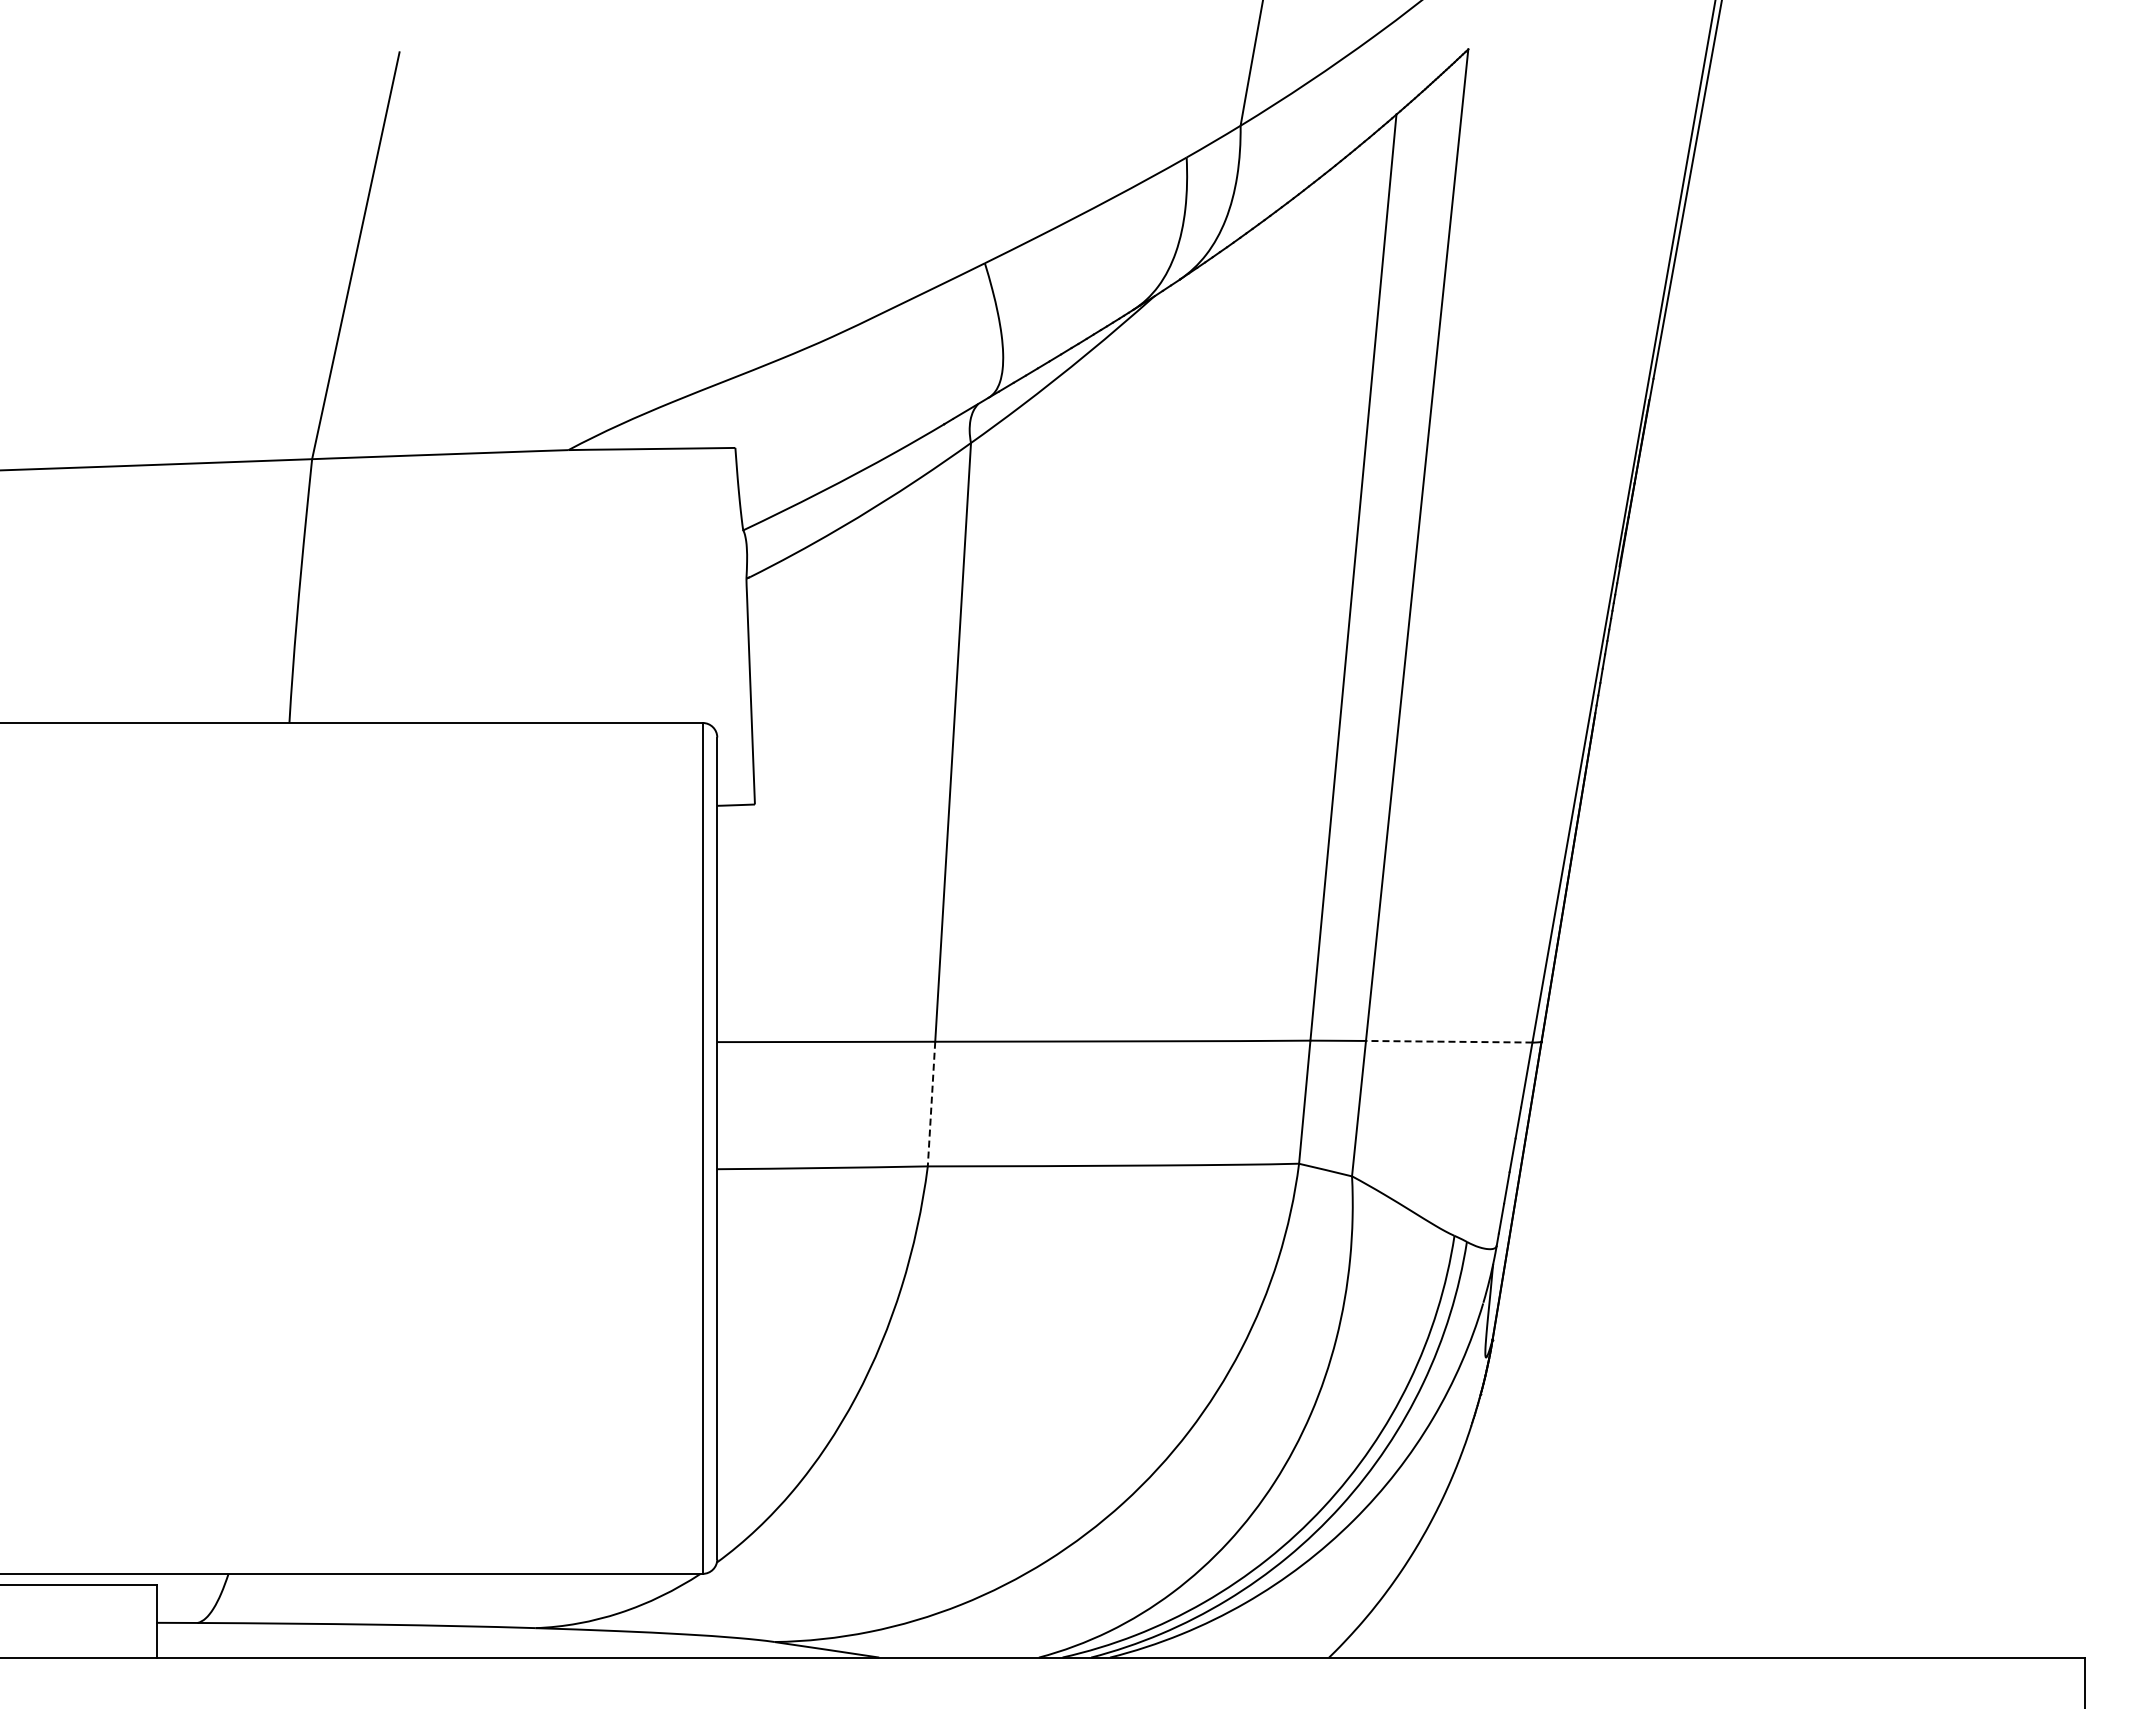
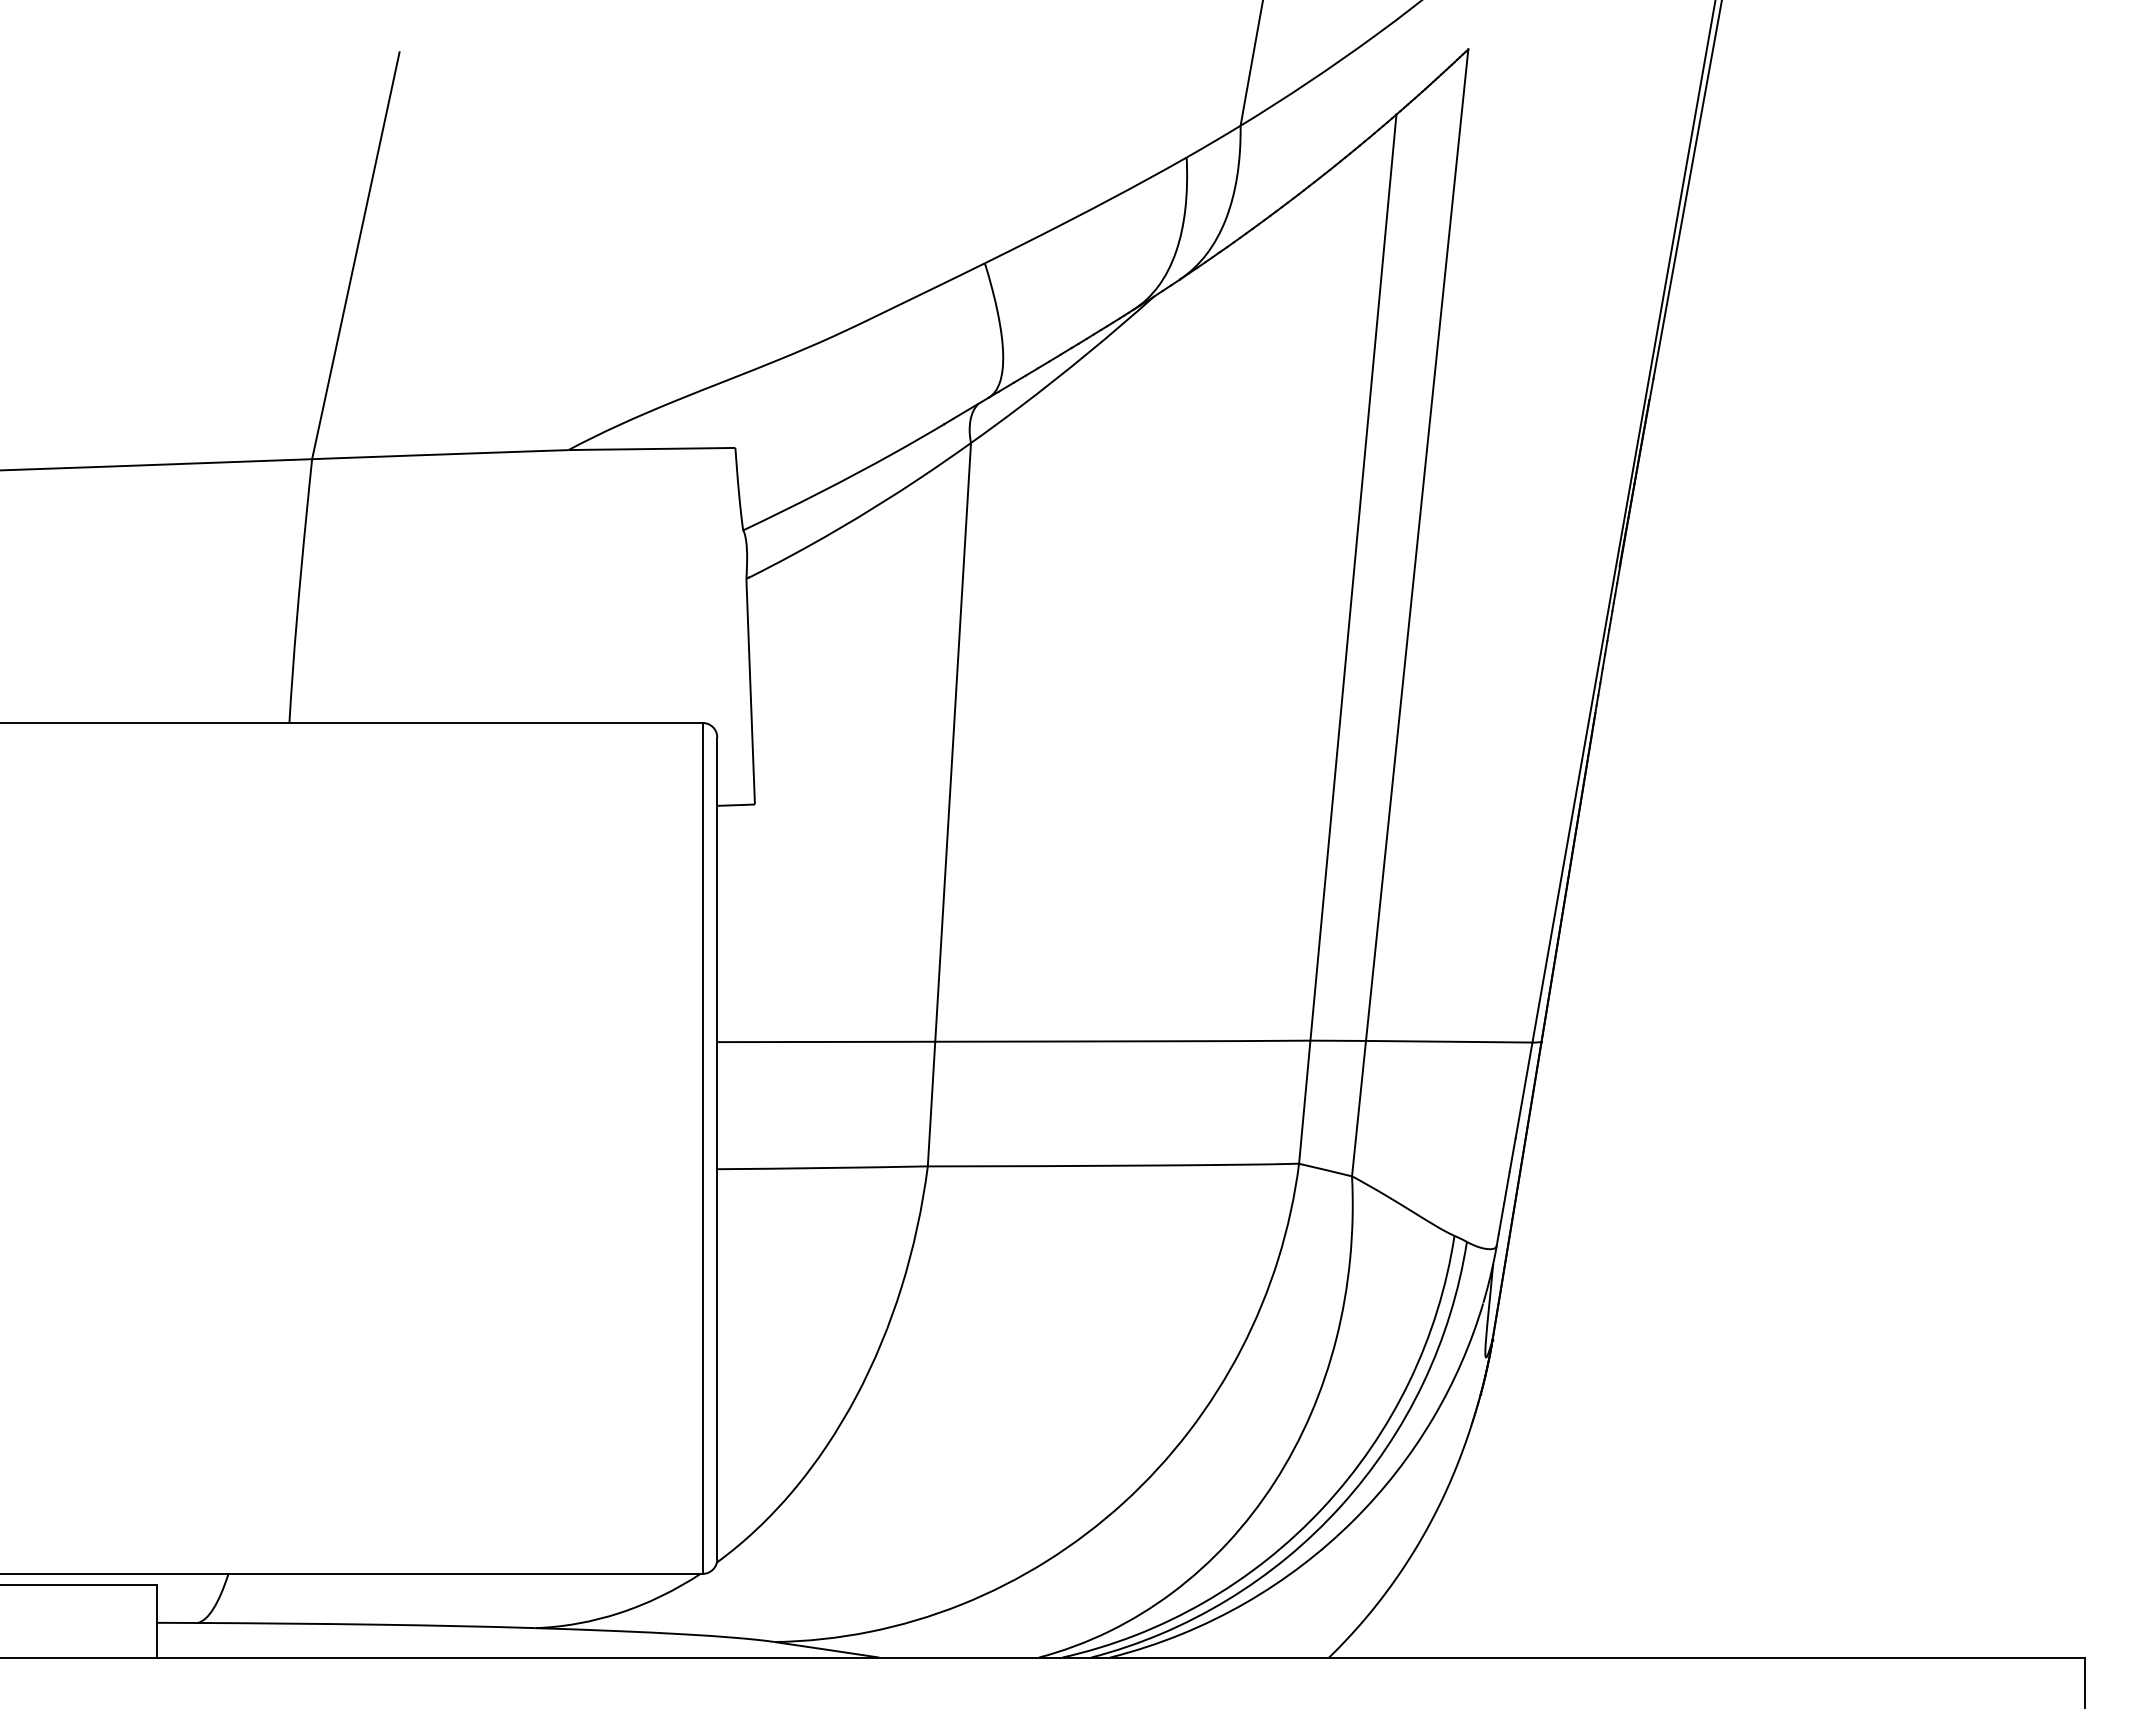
line at (1448, 1041): dashed -> solid
line at (931, 1104): dashed -> solid
